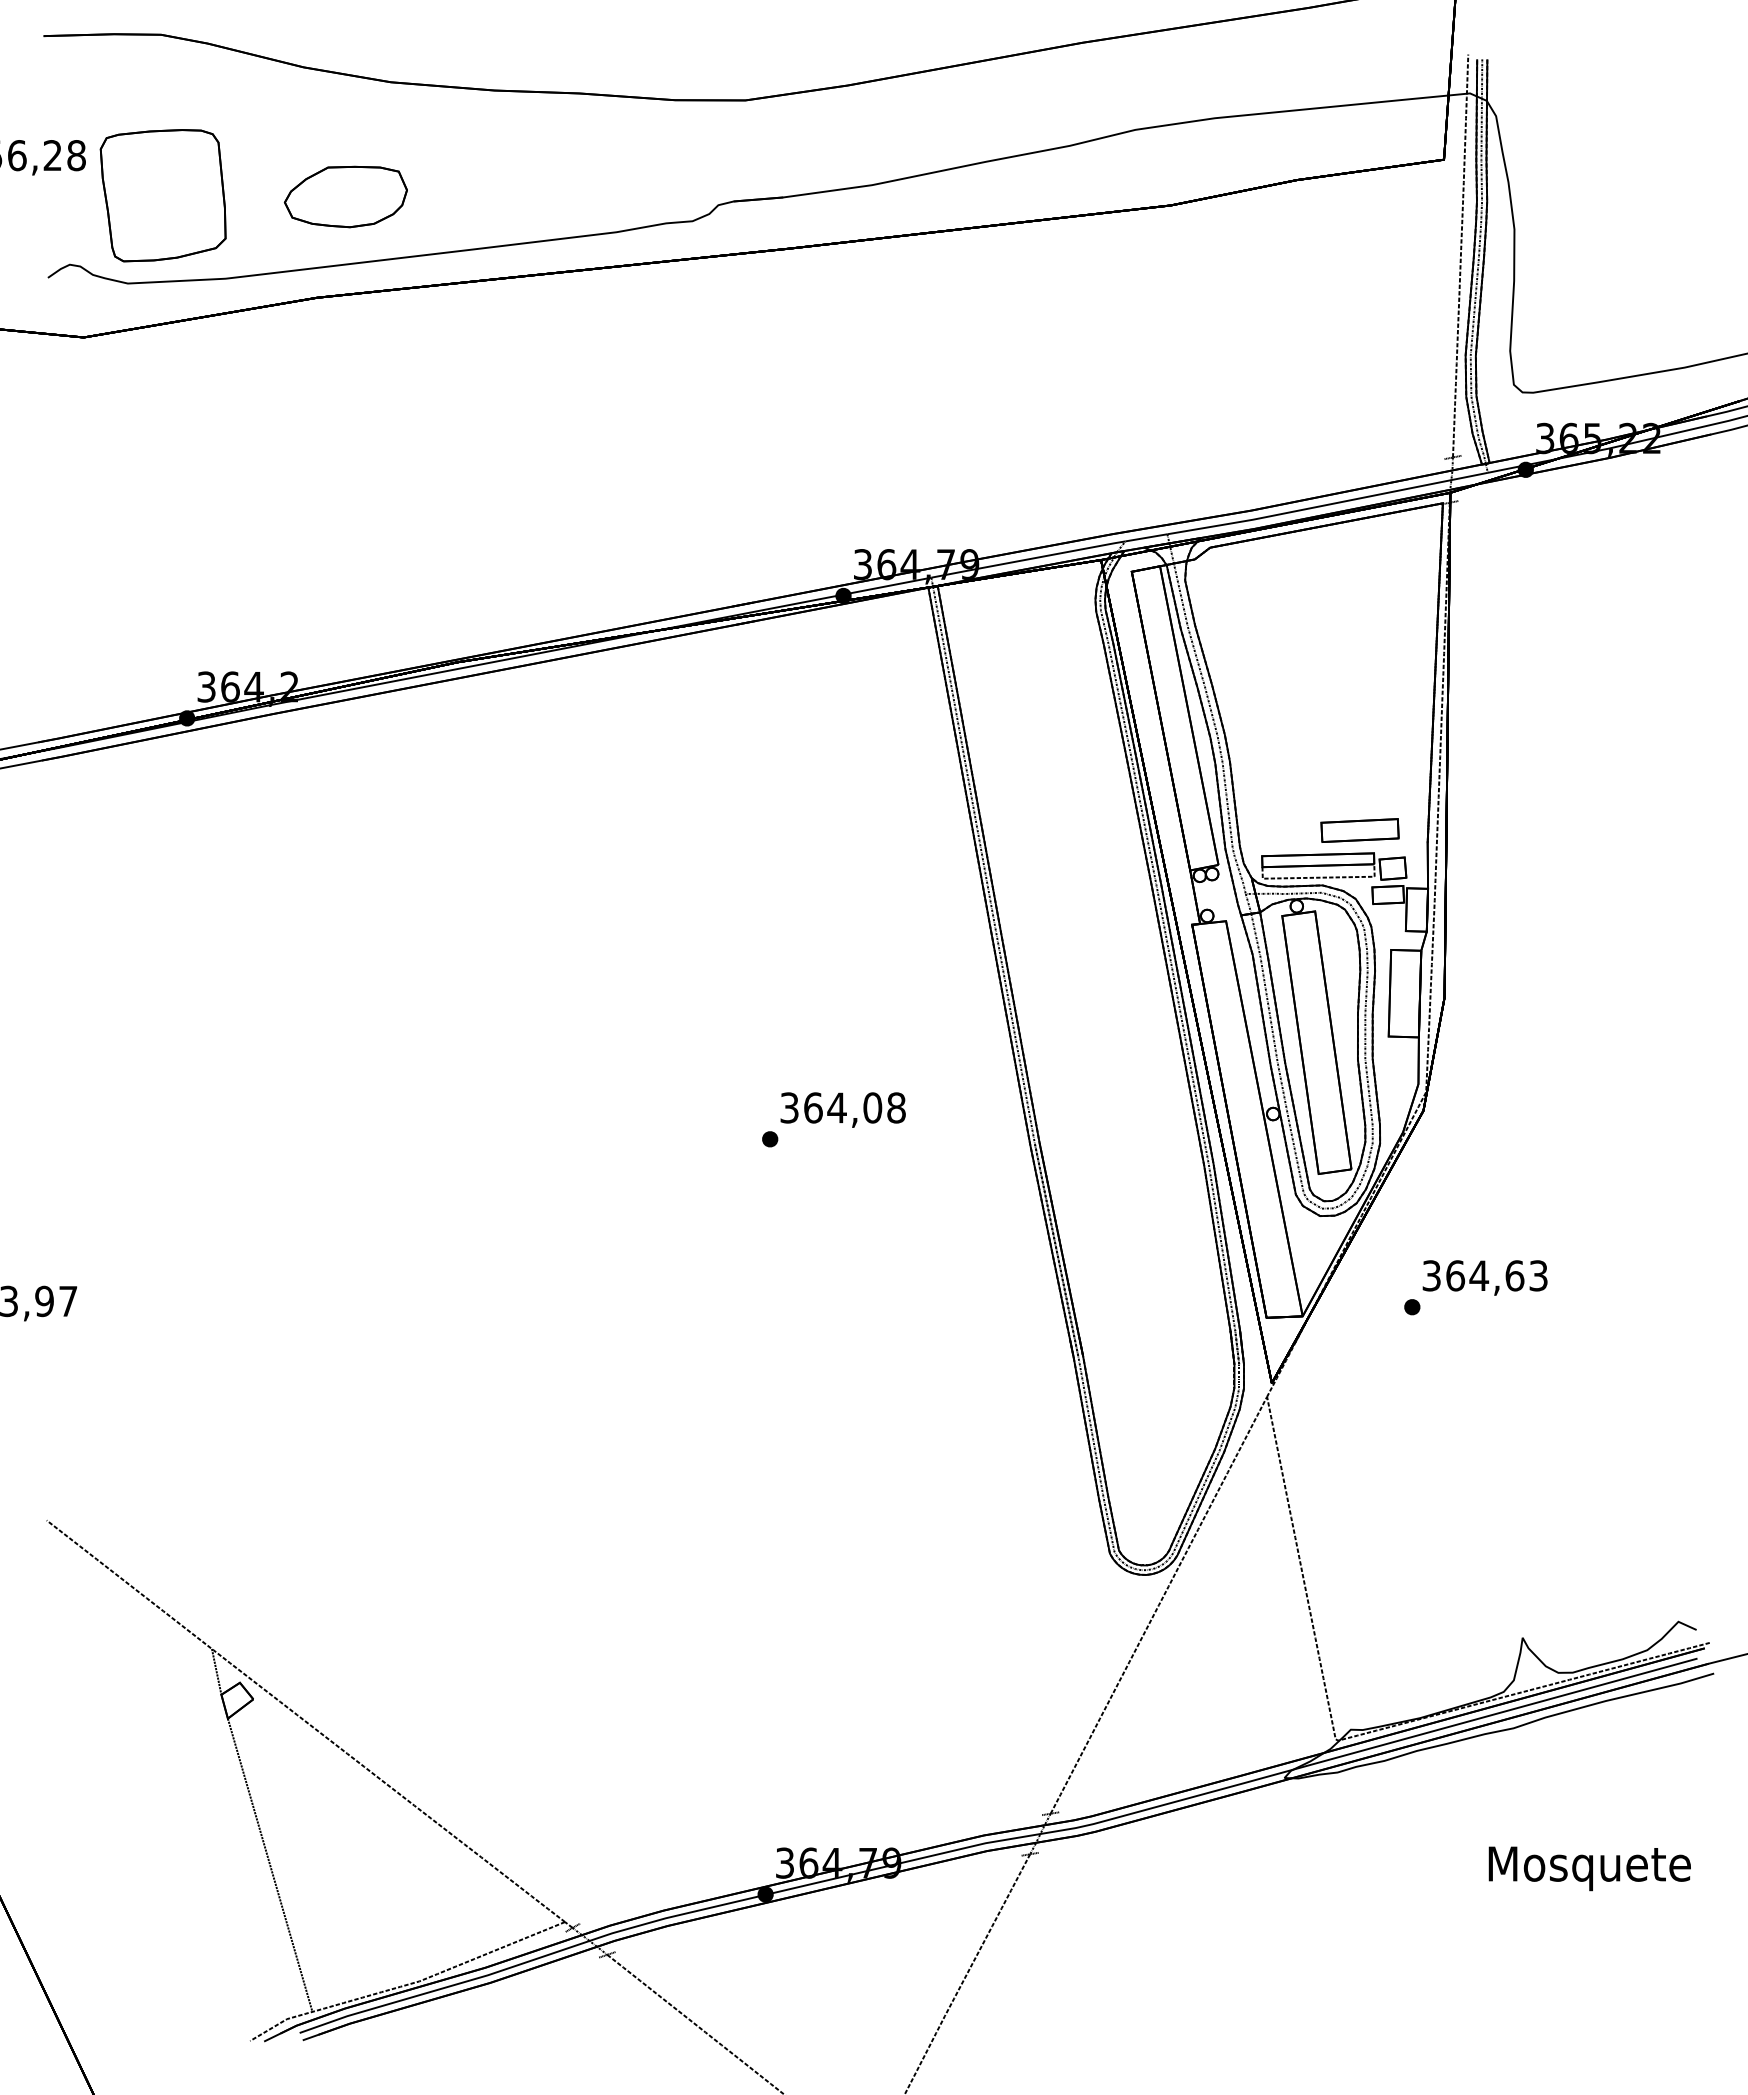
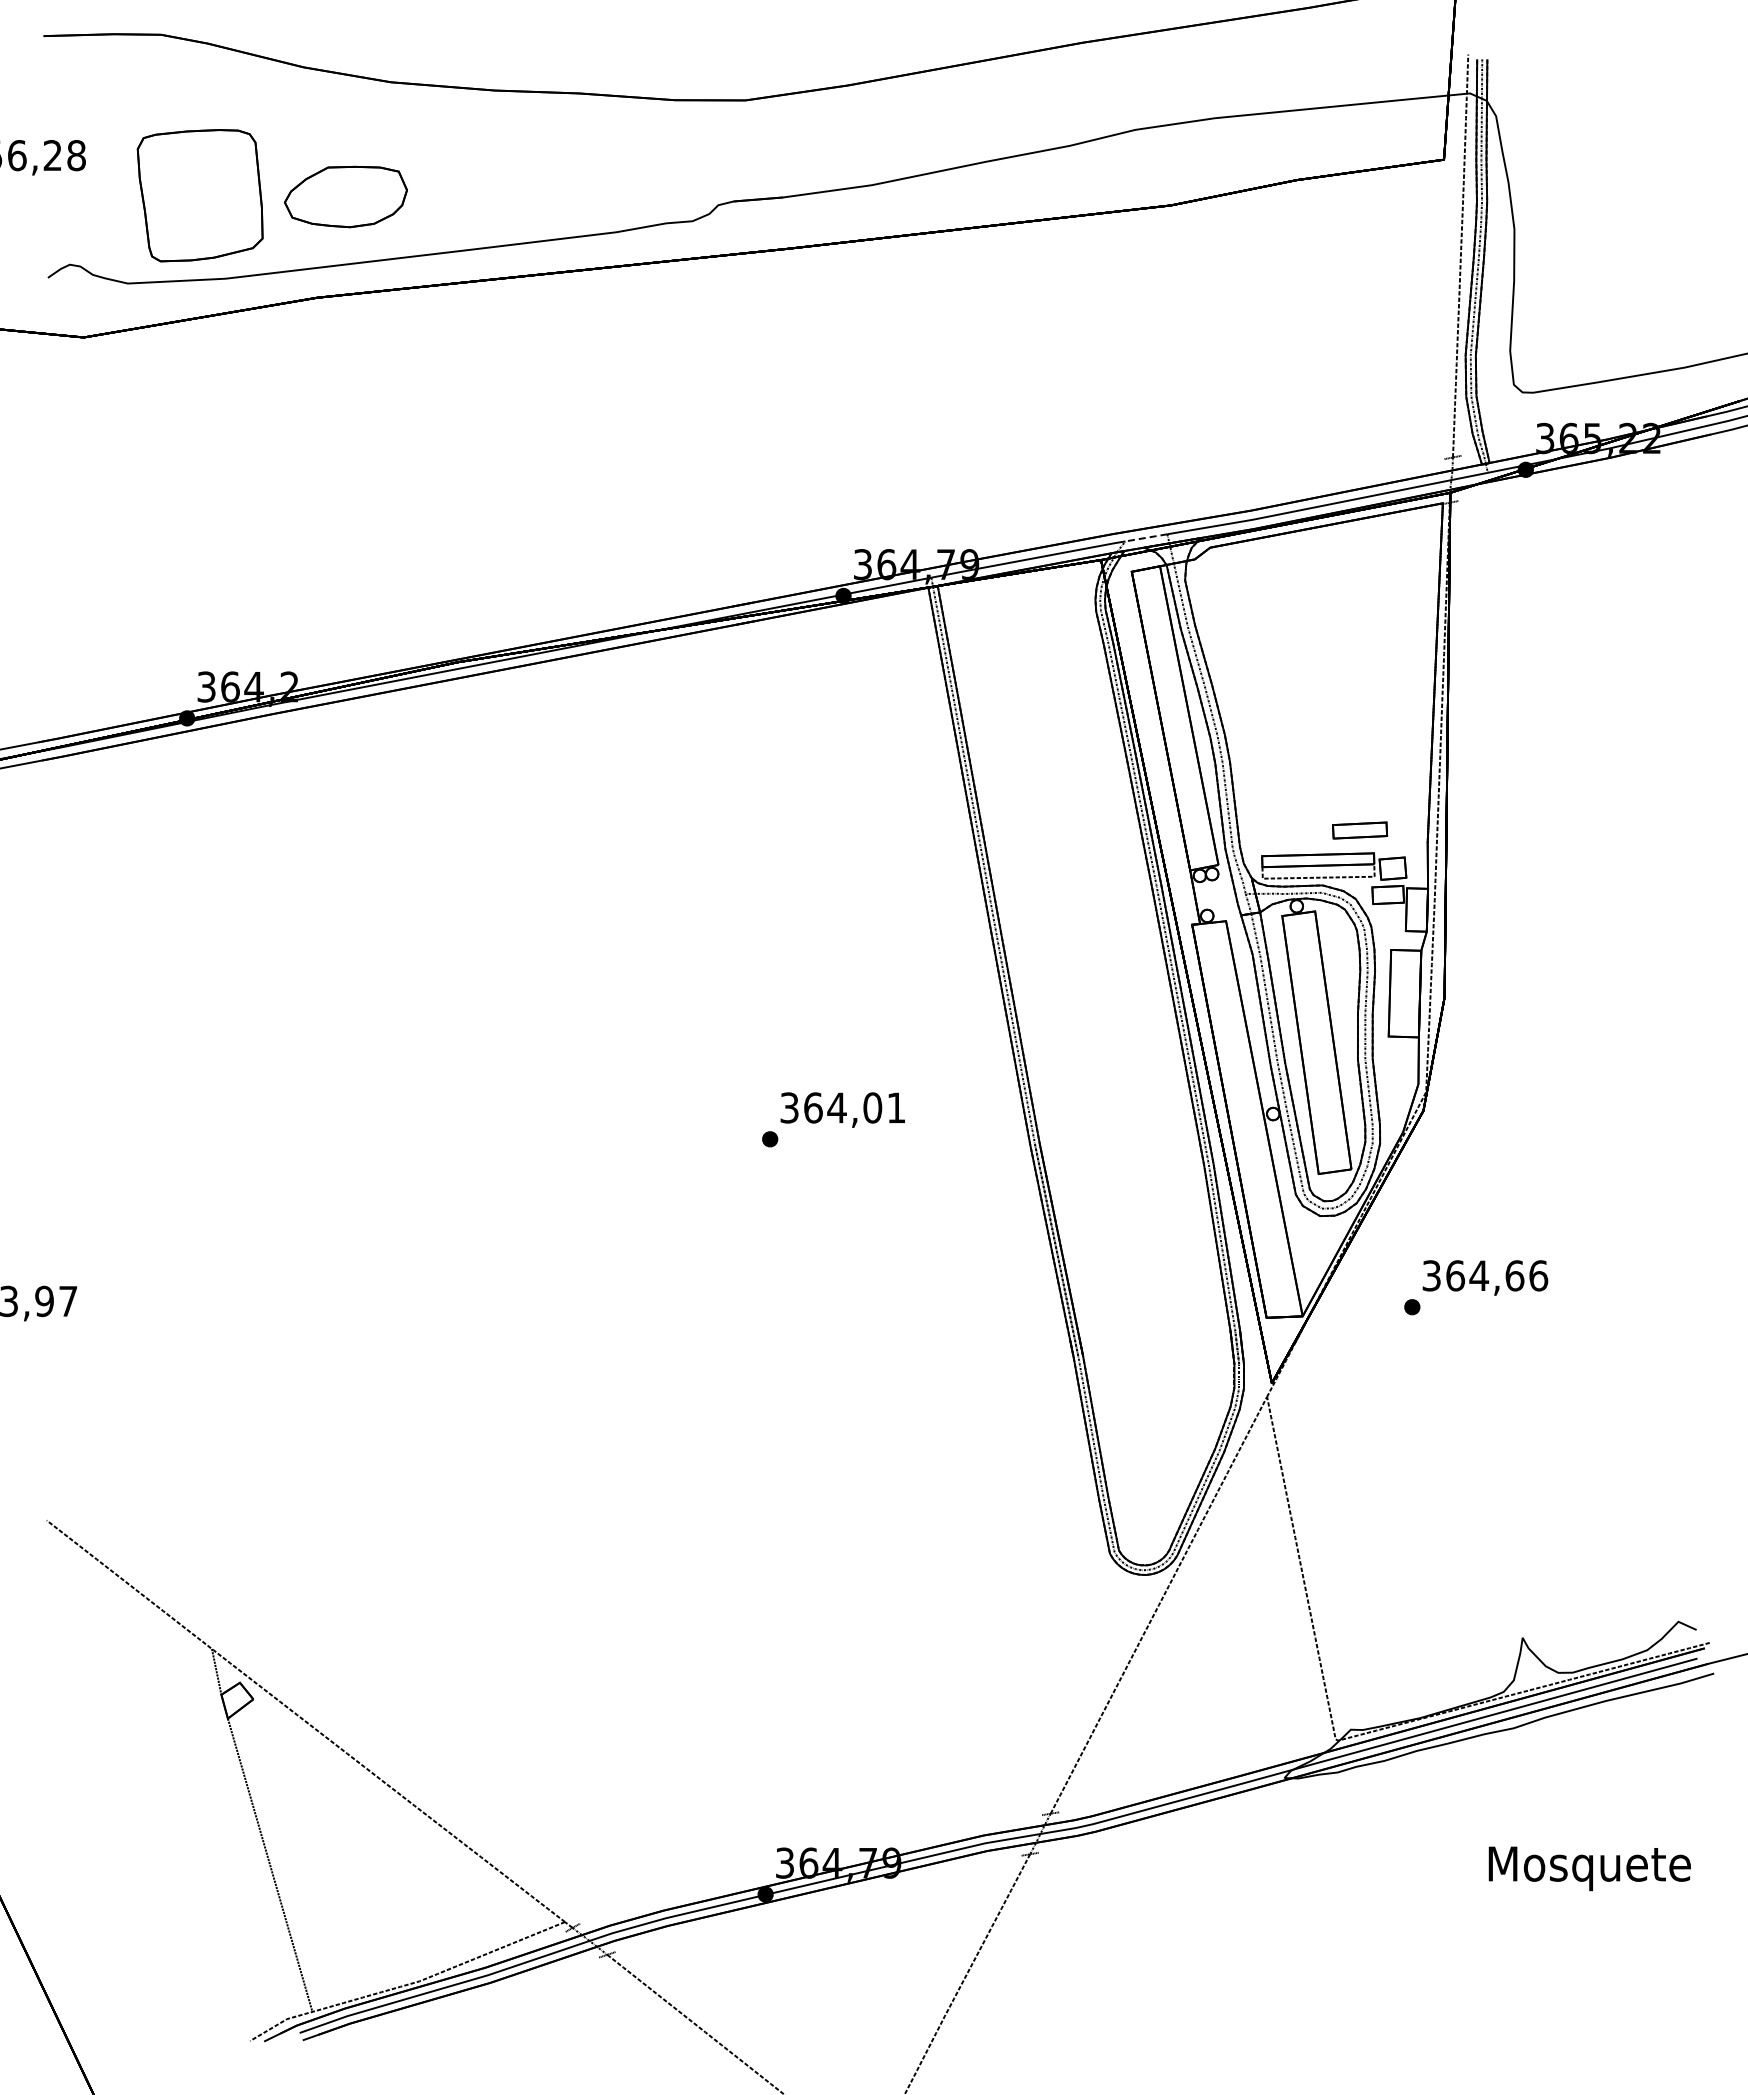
part at (162, 195) position: (162, 195) -> (199, 195)
line at (1145, 537): solid -> dashed
part at (1359, 830) size: 80x25 px -> 57x19 px
text at (896, 1107): 364,08 -> 364,01
text at (1538, 1275): 364,63 -> 364,66
